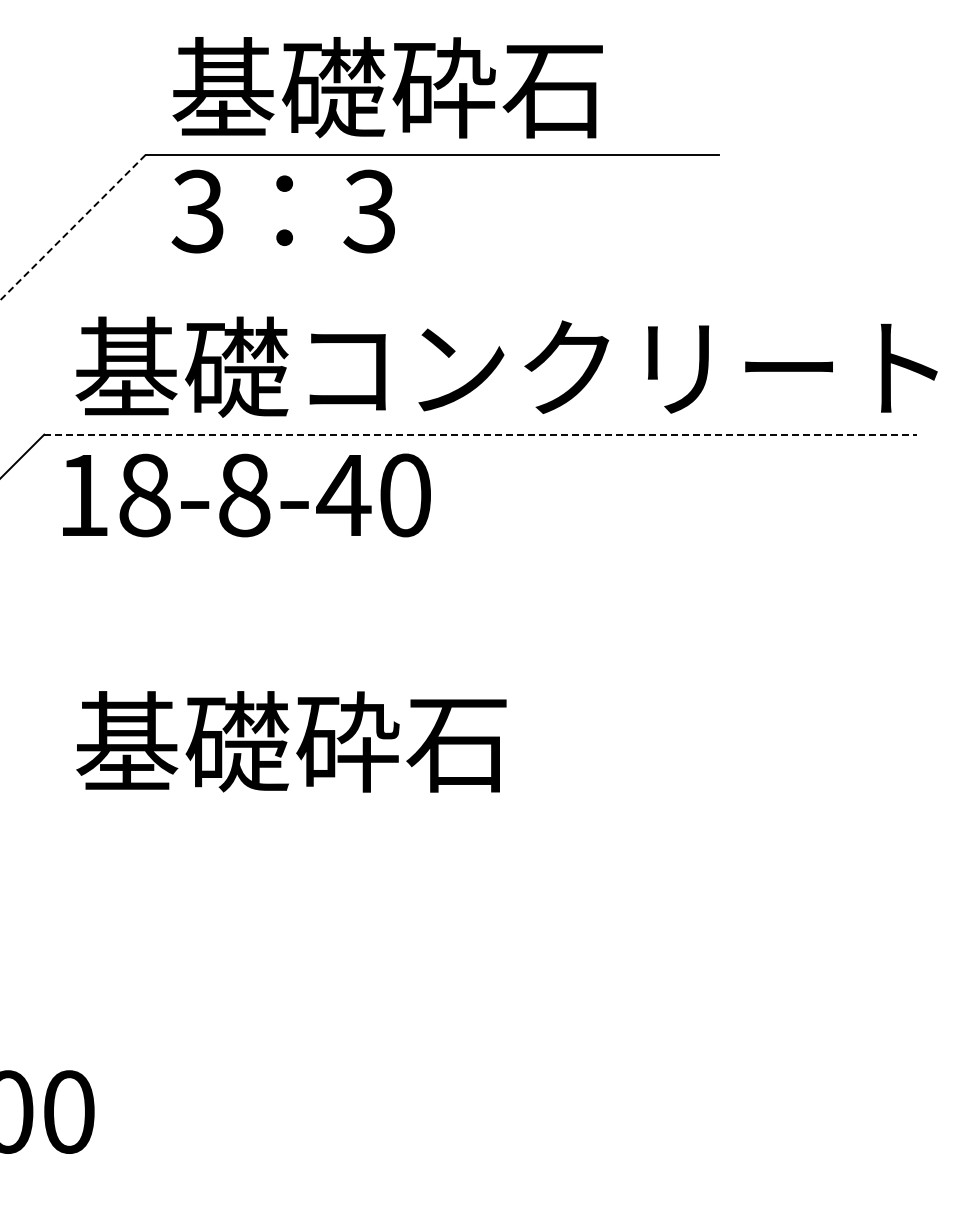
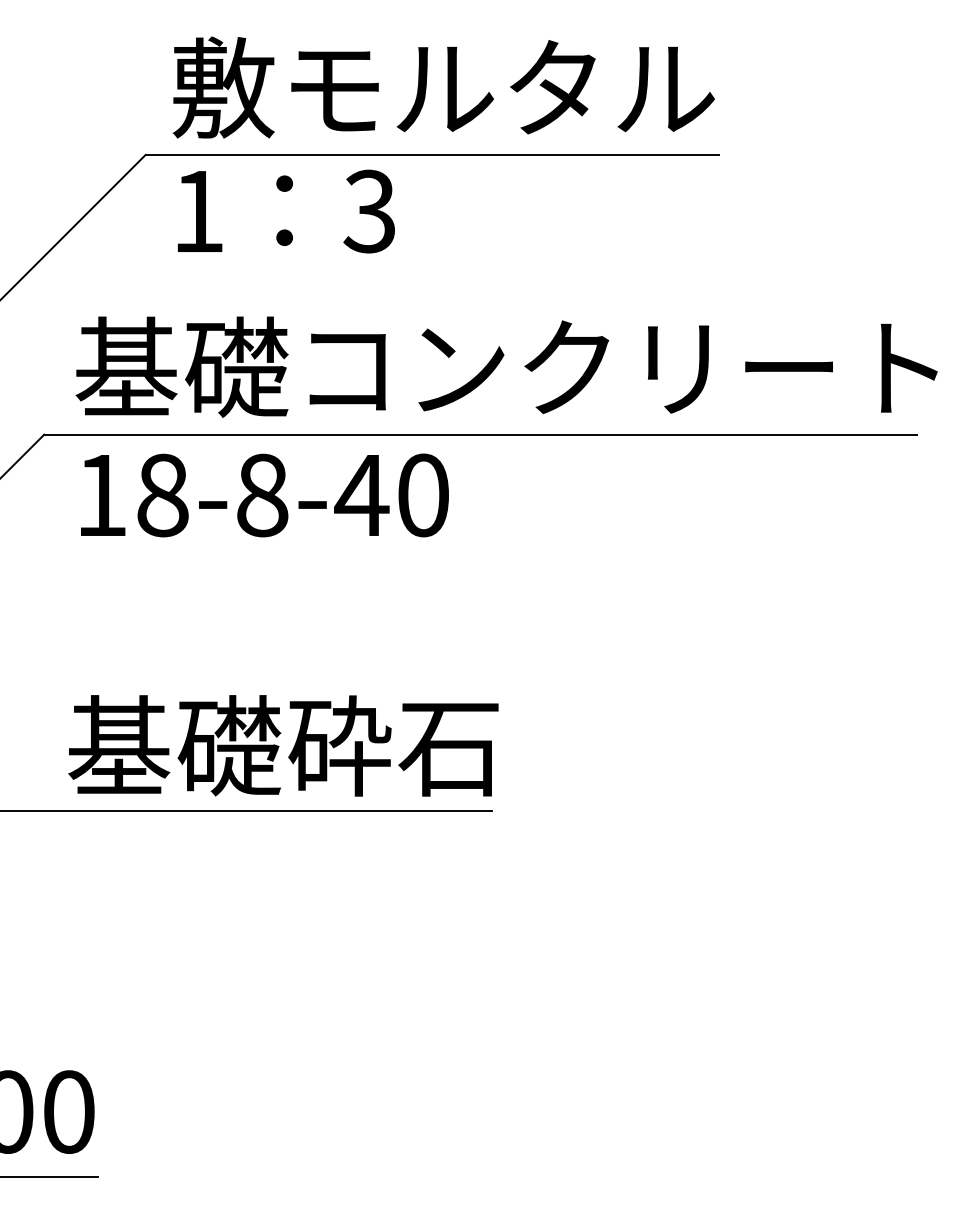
text at (443, 87): 基礎砕石 -> 敷モルタル
text at (197, 211): 3 -> 1
line at (72, 227): dashed -> solid
line at (481, 434): dashed -> solid
text at (246, 495) position: (246, 495) -> (264, 495)
text at (291, 741) position: (291, 741) -> (283, 745)
line at (246, 811): none -> present
line at (50, 1176): none -> present
